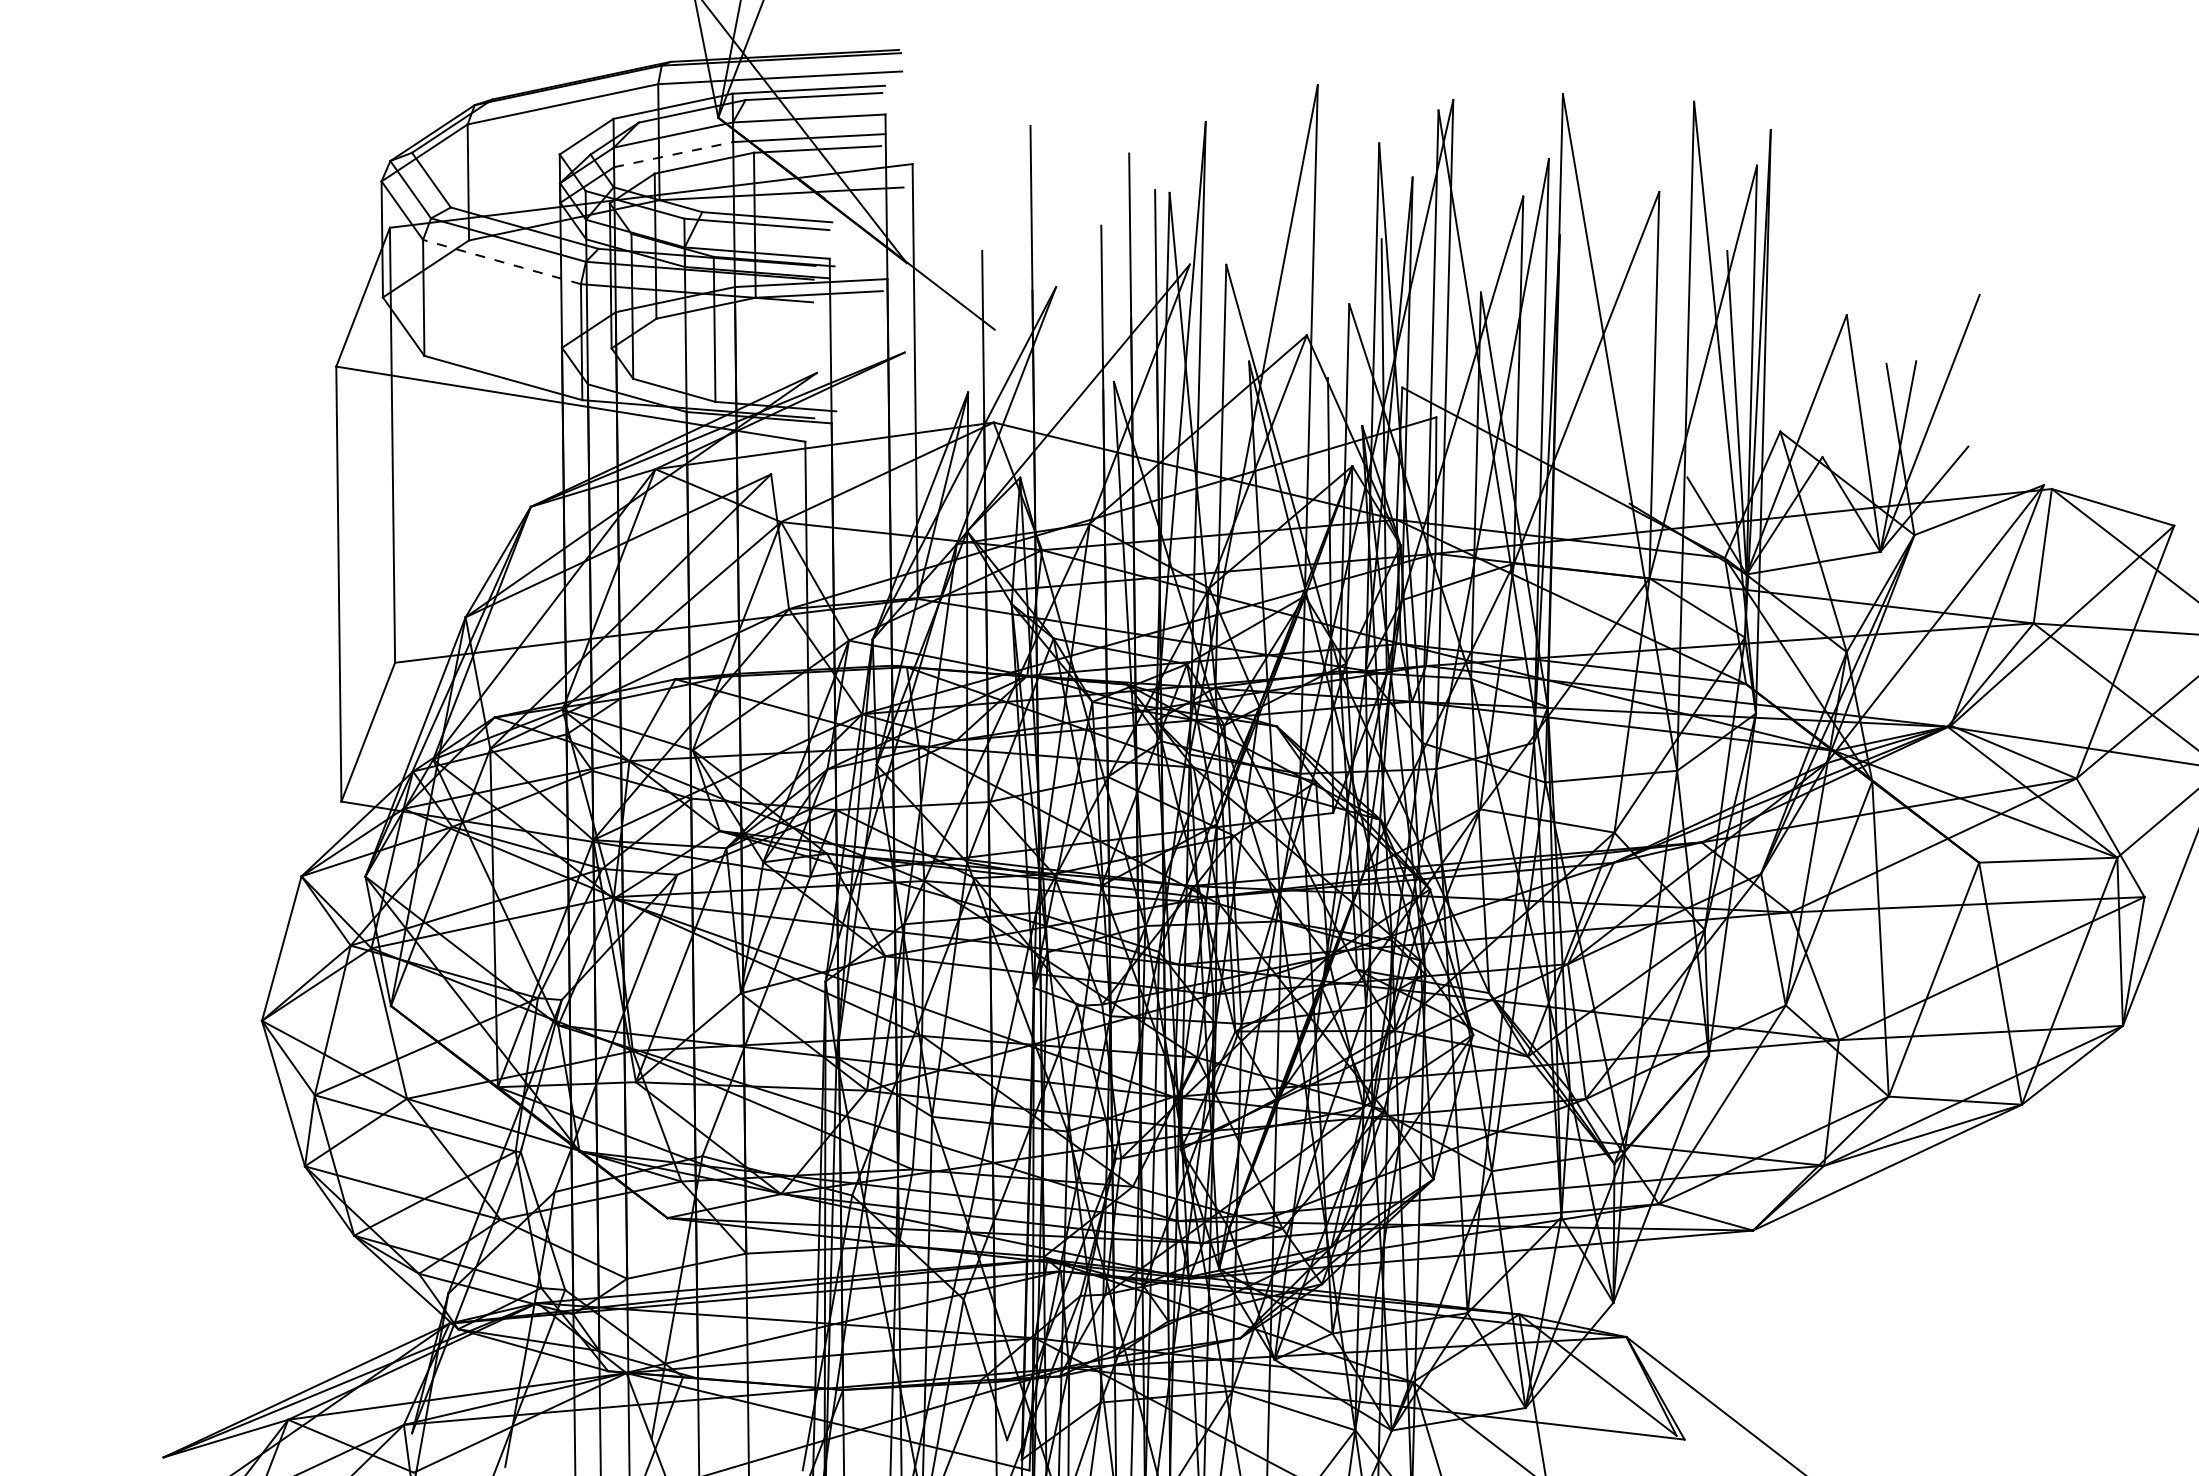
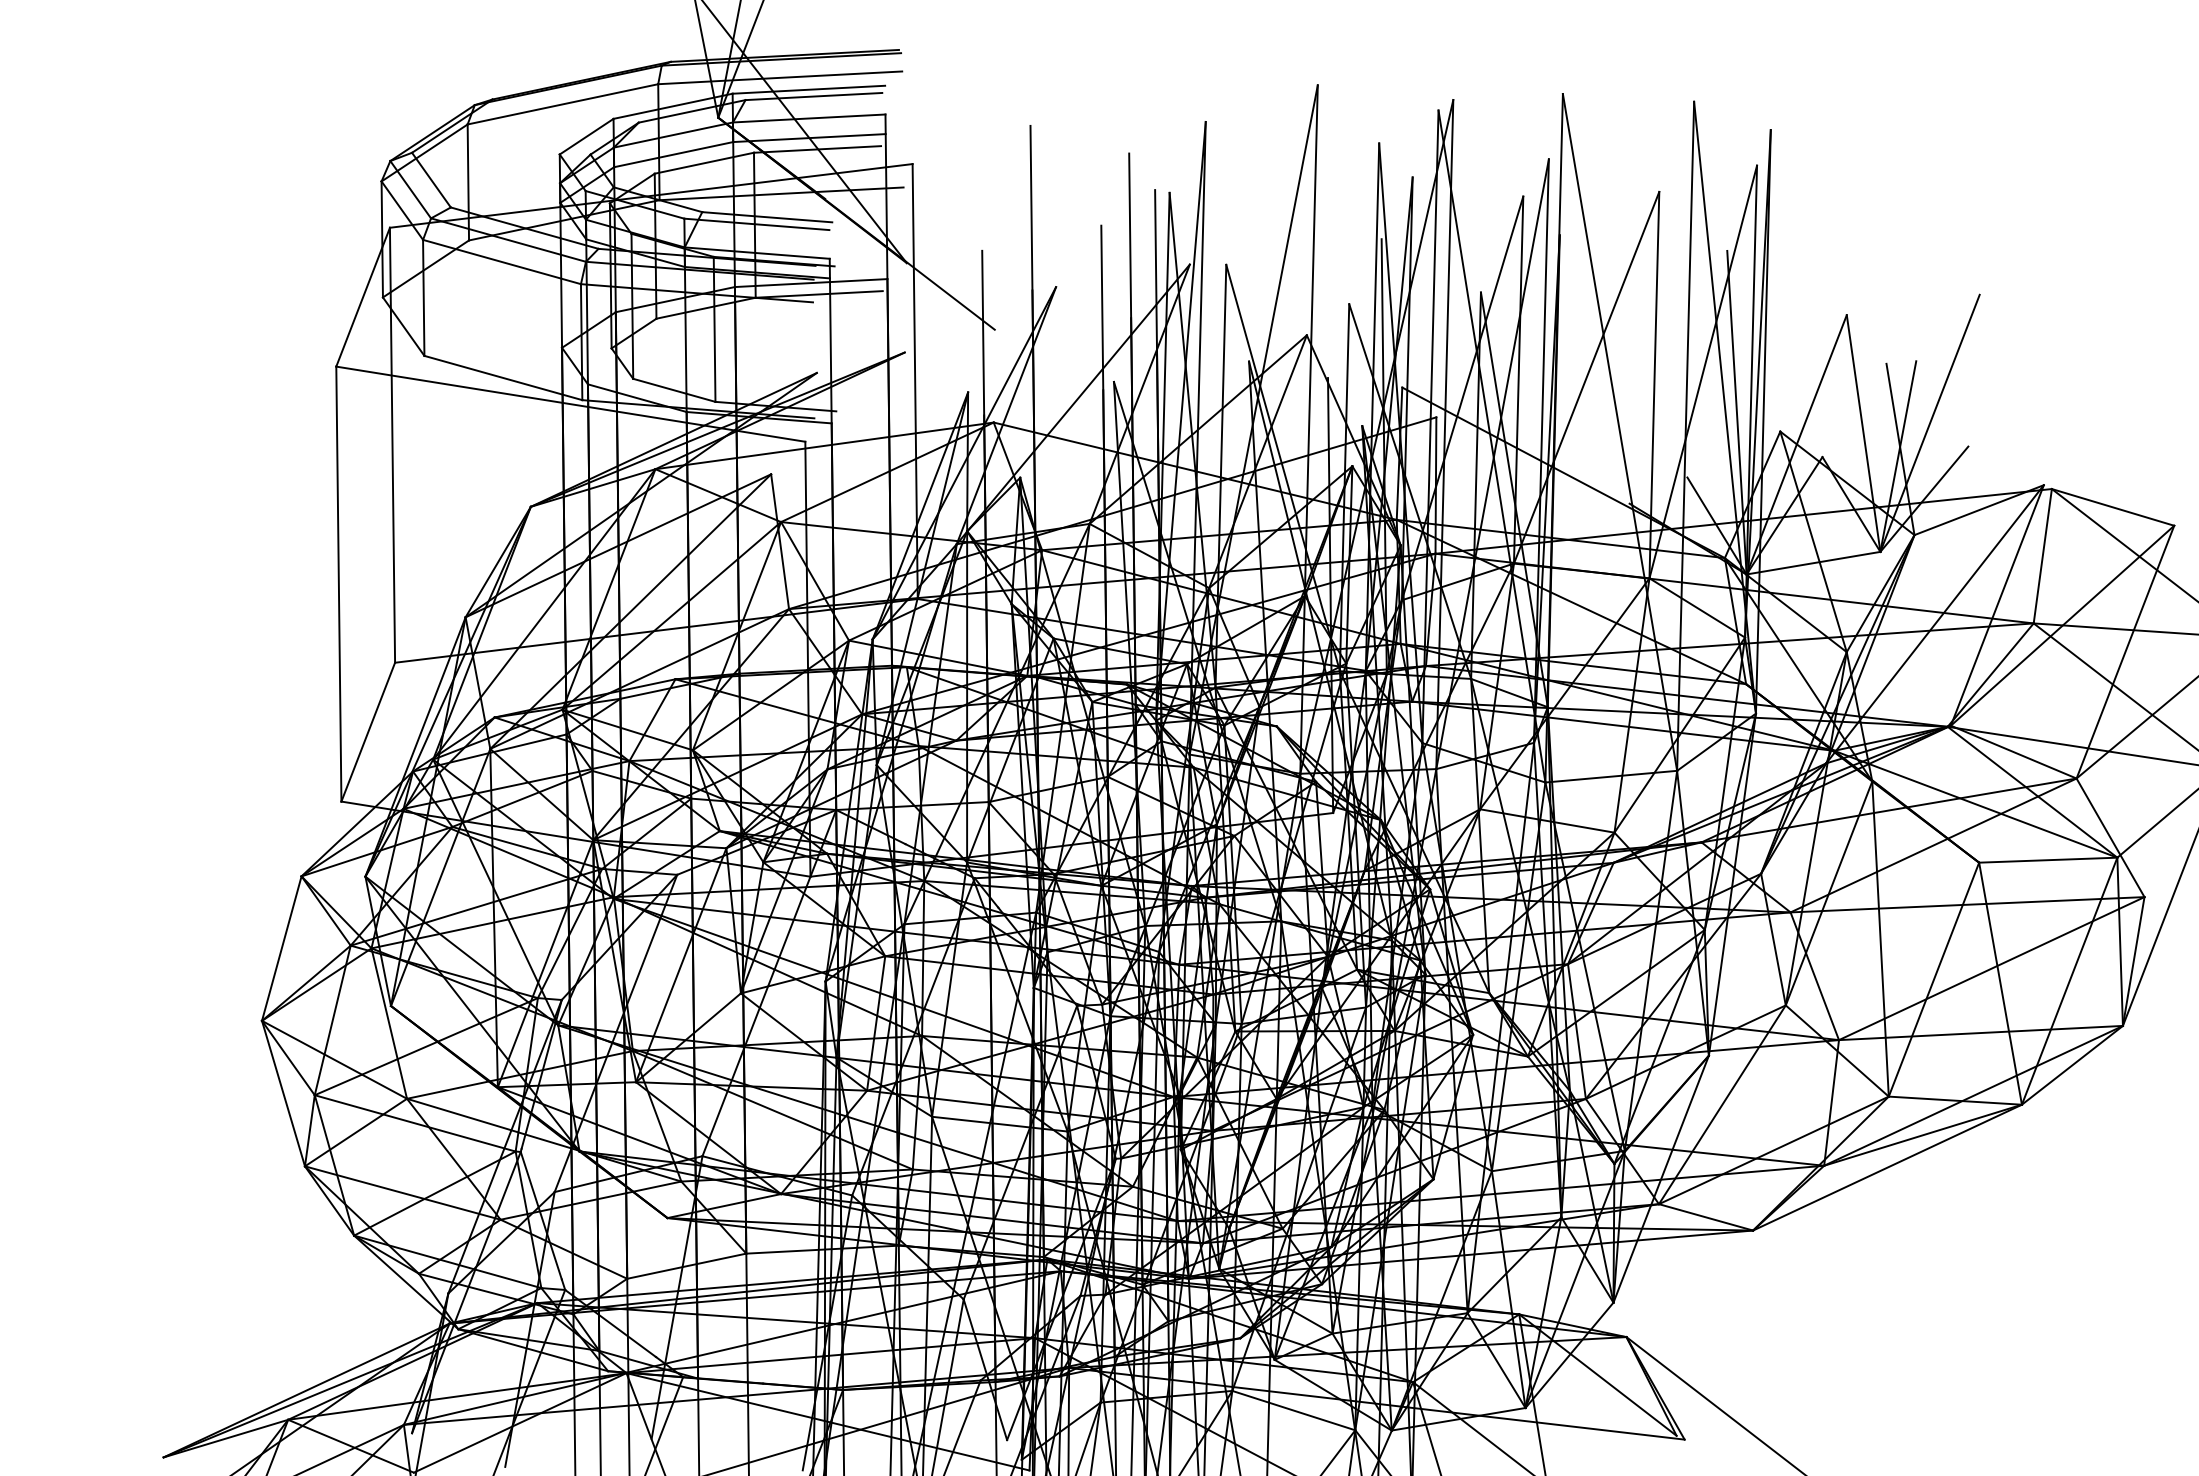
line at (673, 154): dashed -> solid
line at (502, 262): dashed -> solid
